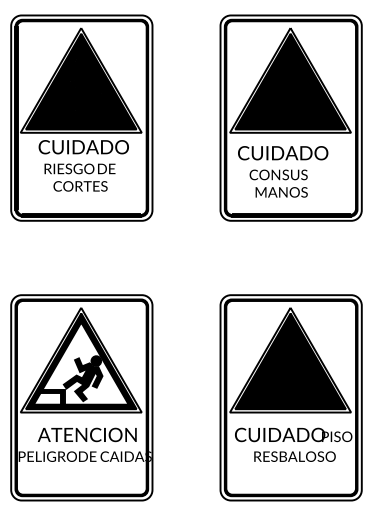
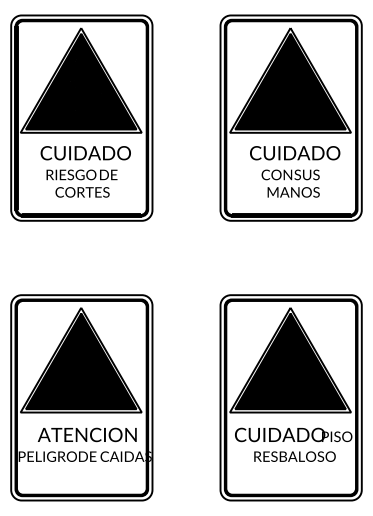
text at (83, 165) position: (83, 165) -> (85, 171)
text at (283, 171) position: (283, 171) -> (295, 171)
fill at (80, 363): none -> present
